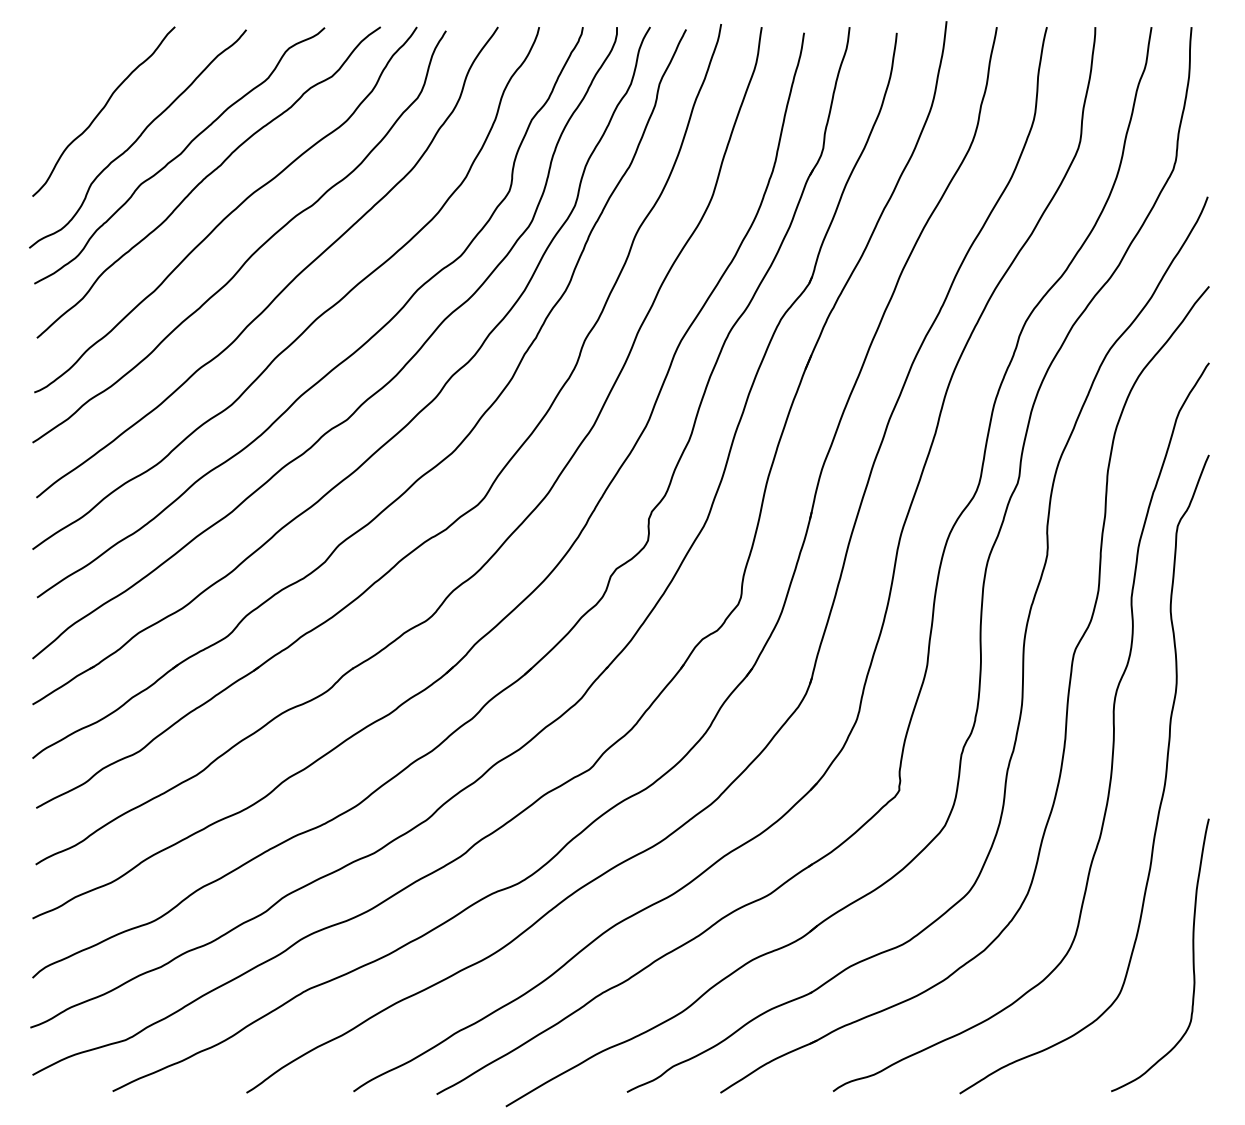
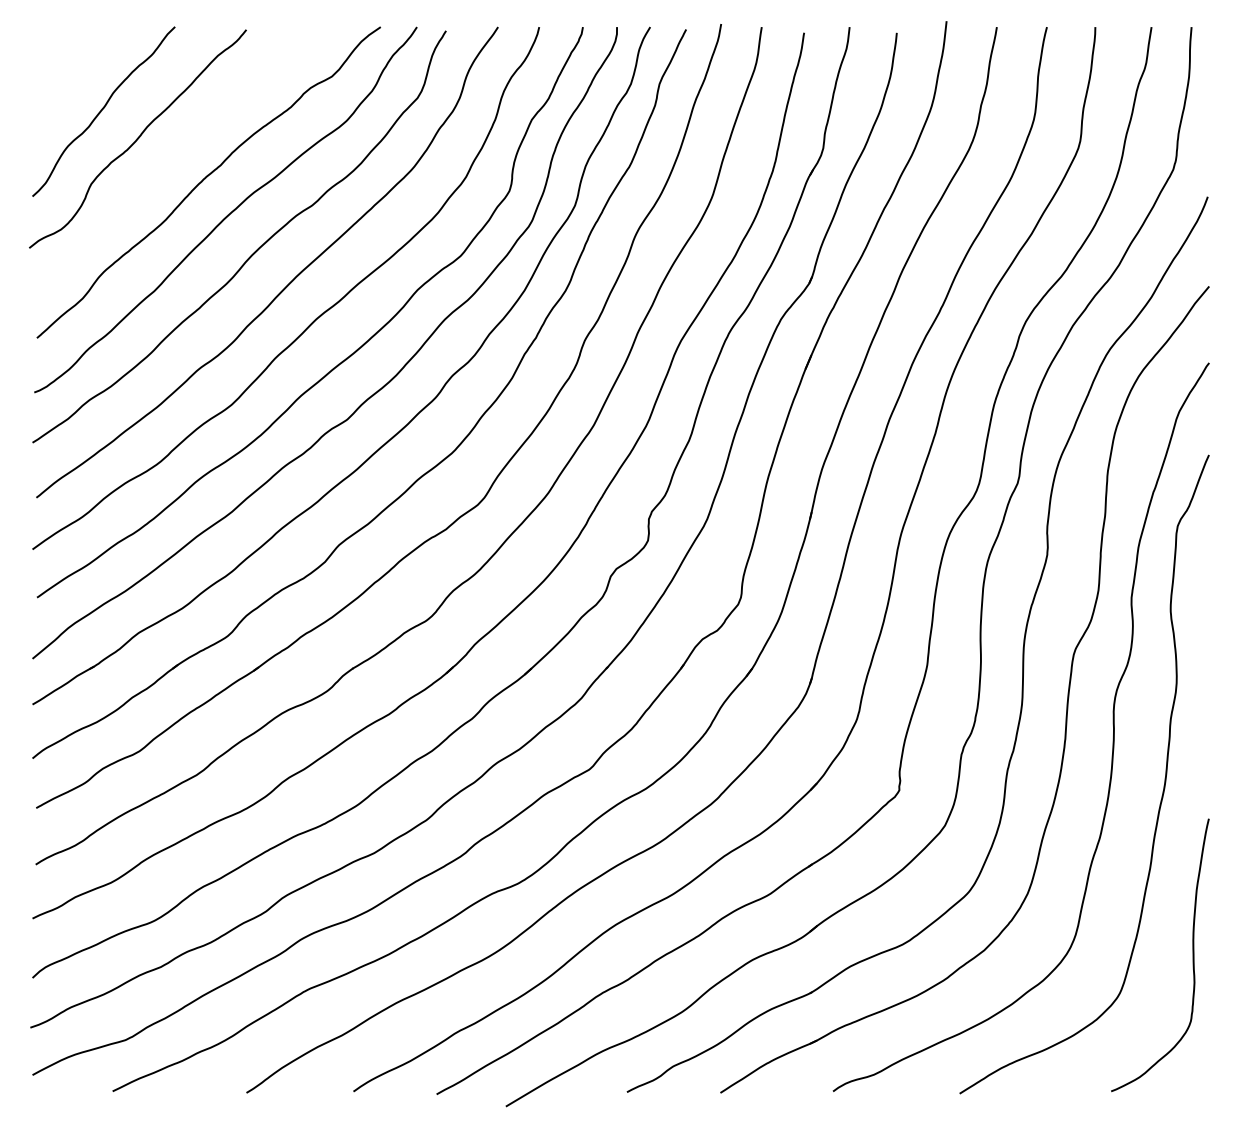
curve at (179, 155): present -> none
